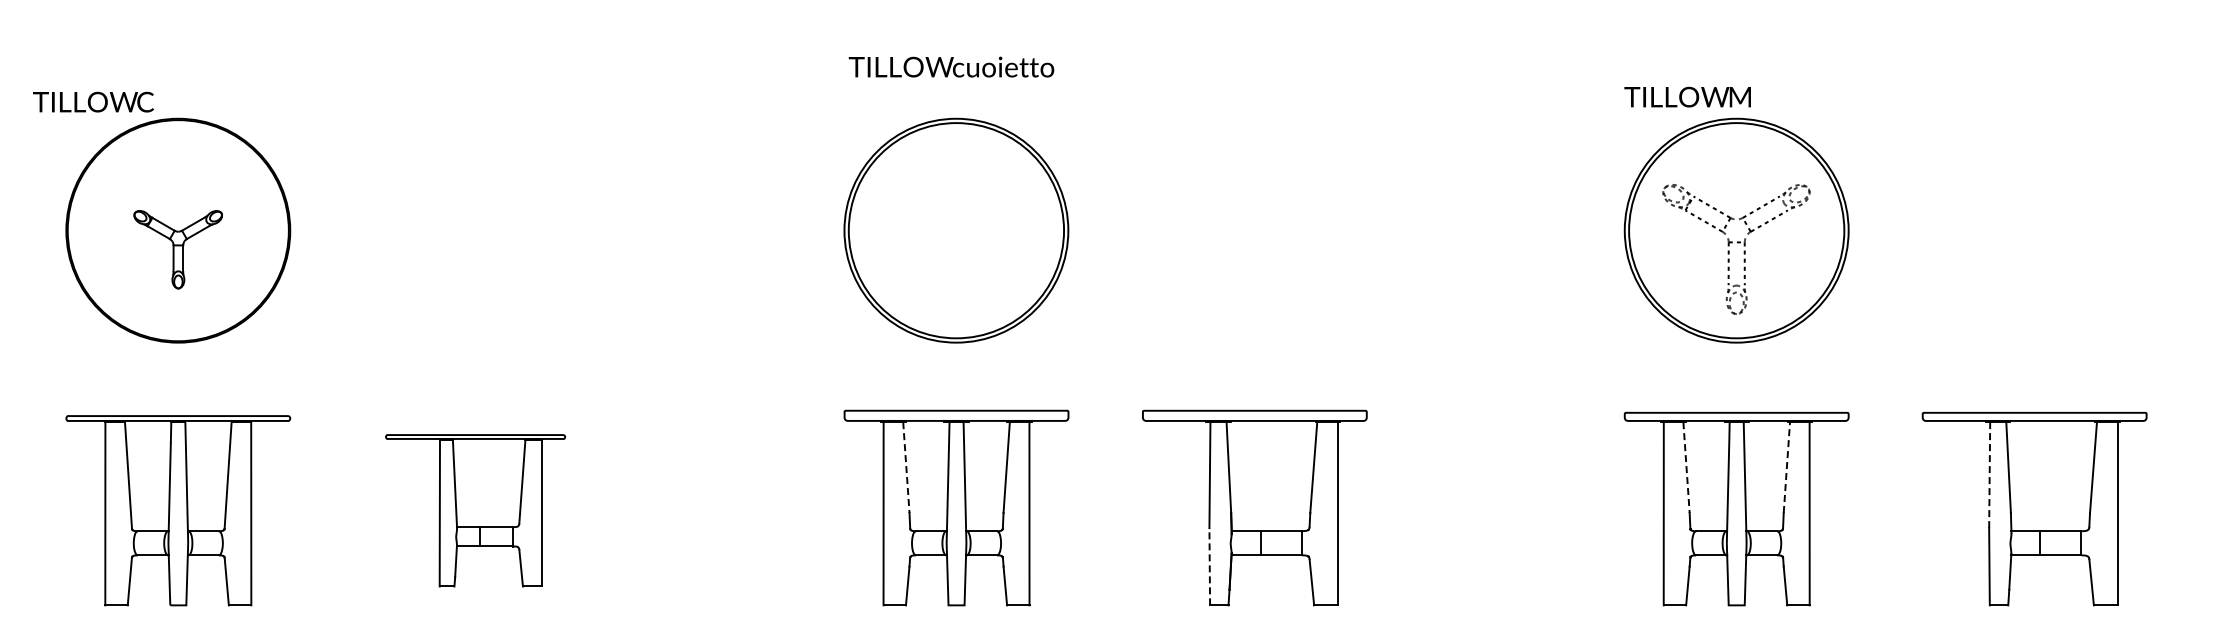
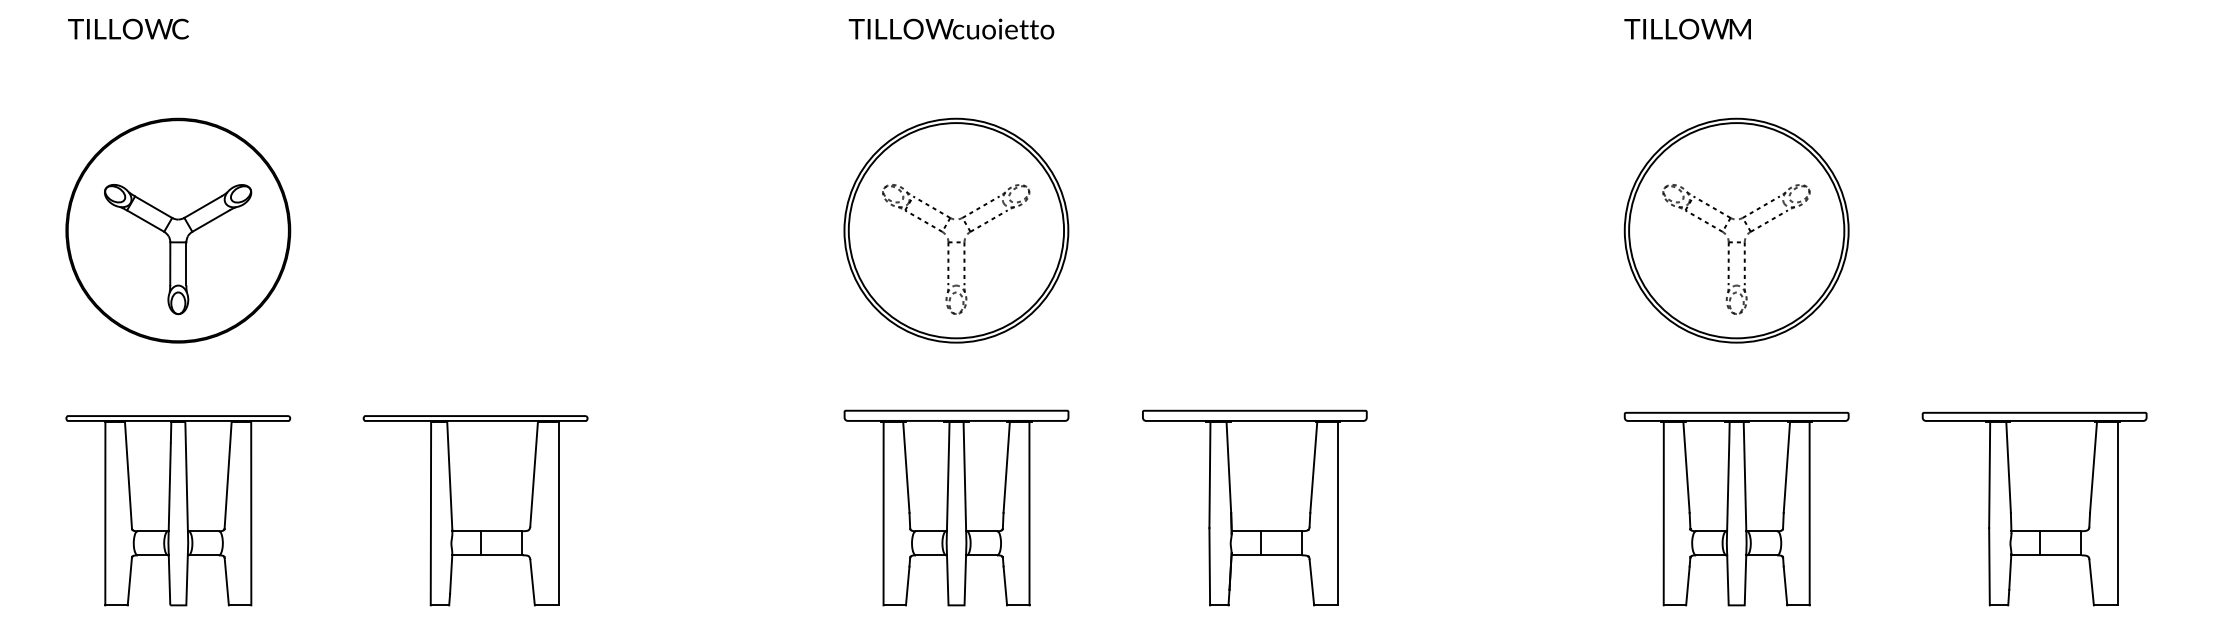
text at (951, 66) position: (951, 66) -> (951, 28)
text at (1687, 96) position: (1687, 96) -> (1687, 28)
text at (93, 101) position: (93, 101) -> (128, 28)
part at (177, 249) size: 90x80 px -> 149x132 px
part at (956, 249): none -> present
line at (1786, 467): dashed -> solid
line at (906, 468): dashed -> solid
line at (1686, 468): dashed -> solid
line at (1989, 475): dashed -> solid
part at (475, 510) size: 181x154 px -> 227x192 px
line at (1209, 566): dashed -> solid
